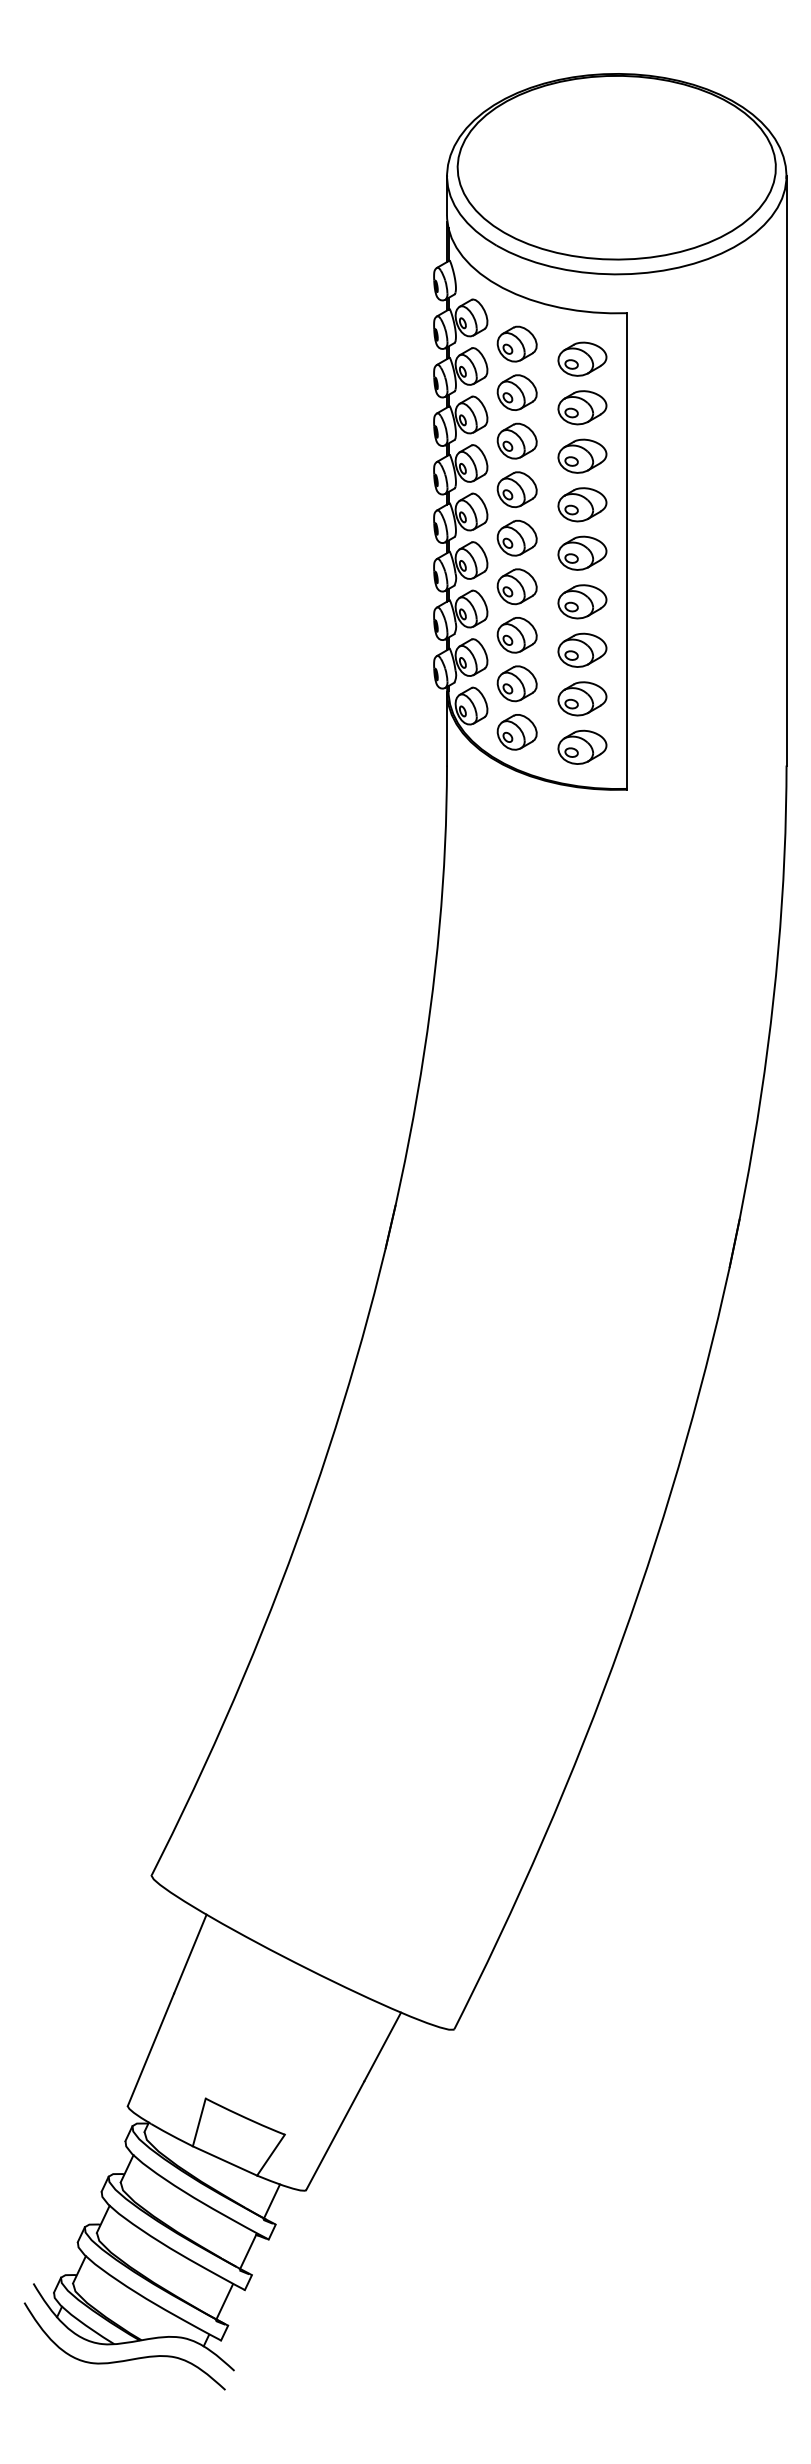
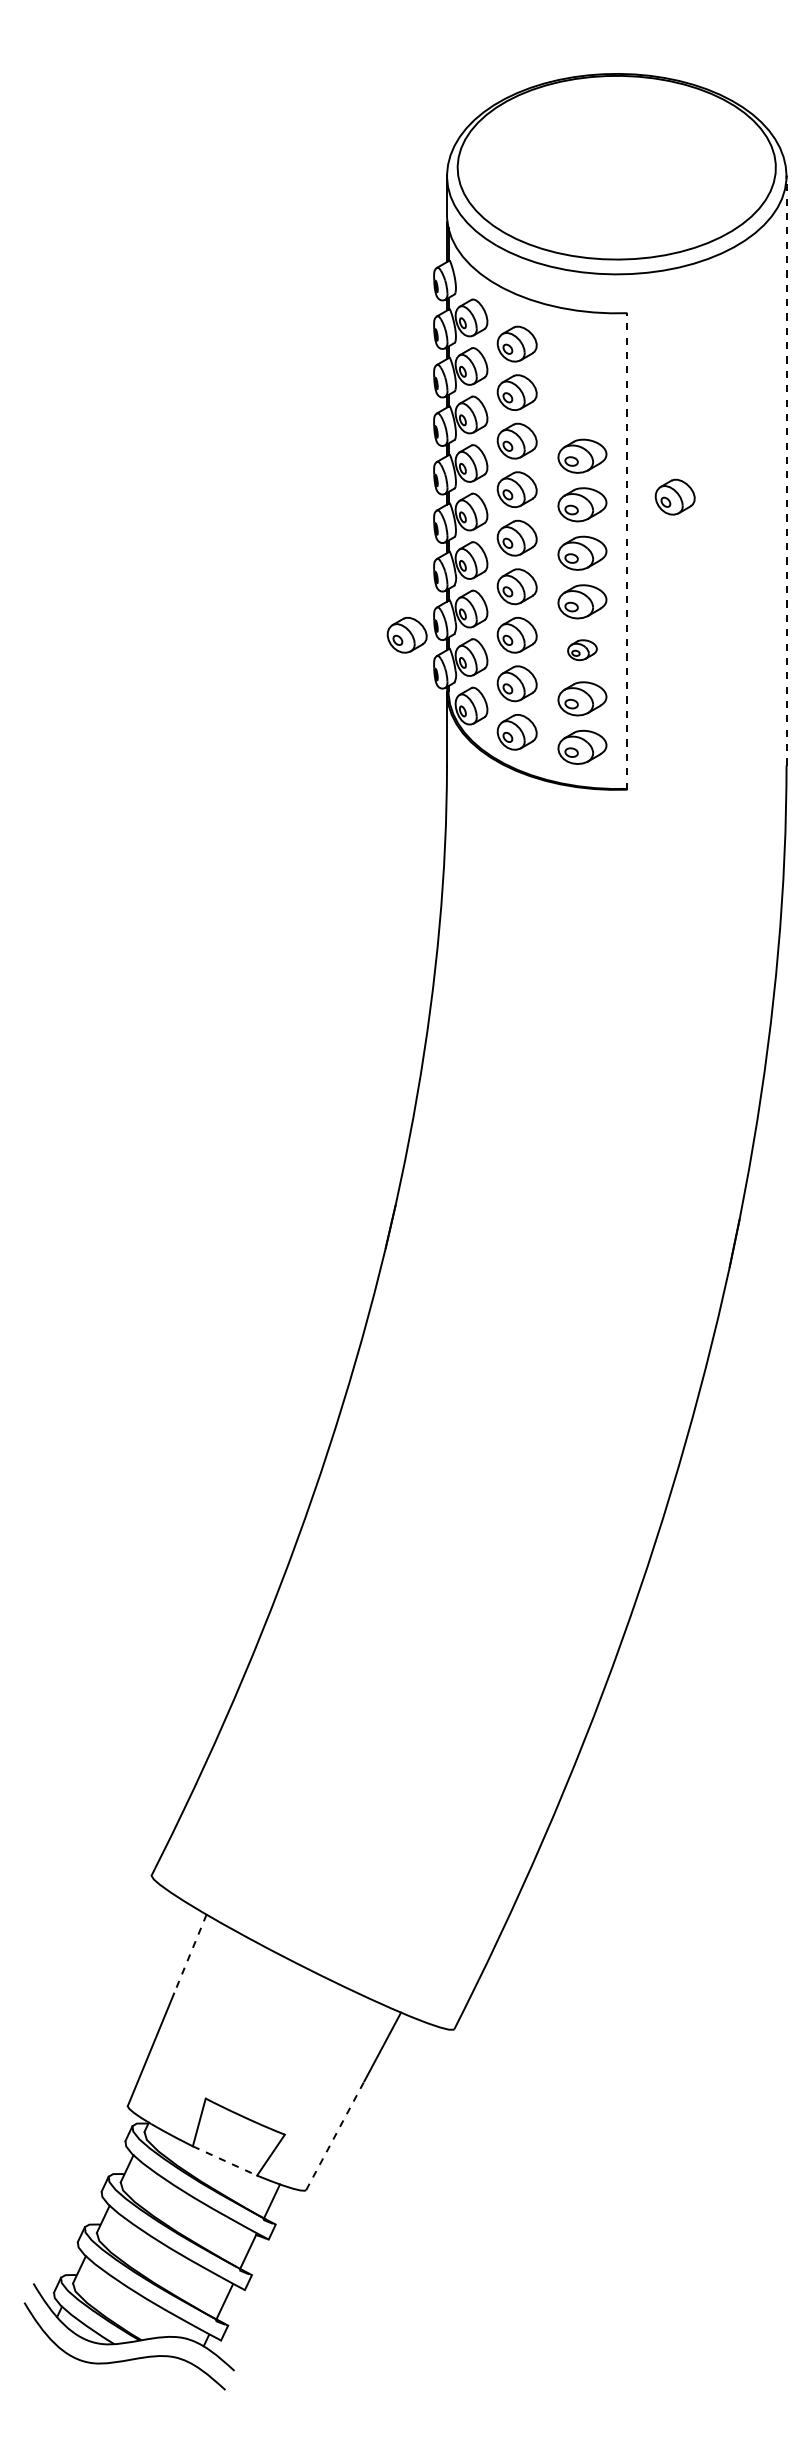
part at (582, 358): present -> none
part at (582, 407): present -> none
line at (786, 470): solid -> dashed
part at (674, 496): none -> present
line at (627, 550): solid -> dashed
part at (406, 635): none -> present
part at (582, 649) size: 51x36 px -> 31x23 px
line at (190, 1954): solid -> dashed
line at (335, 2135): solid -> dashed
line at (225, 2161): solid -> dashed
